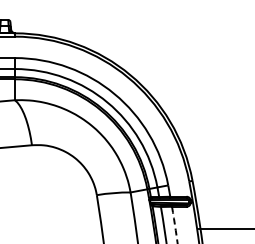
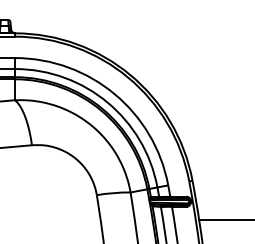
arc at (174, 225): dashed -> solid
line at (225, 228) position: (225, 228) -> (225, 219)
